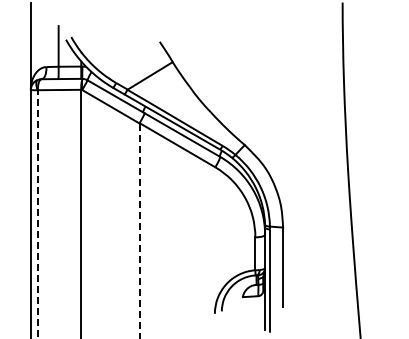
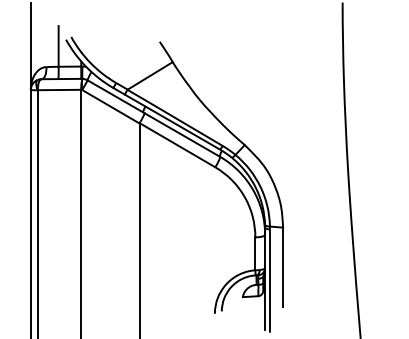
line at (37, 214): dashed -> solid
line at (139, 231): dashed -> solid
